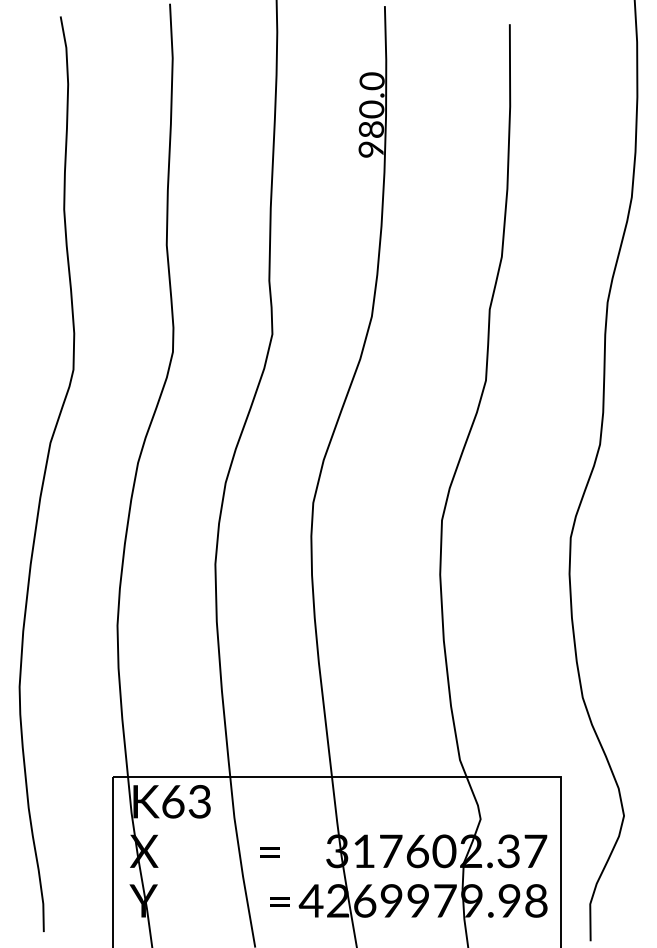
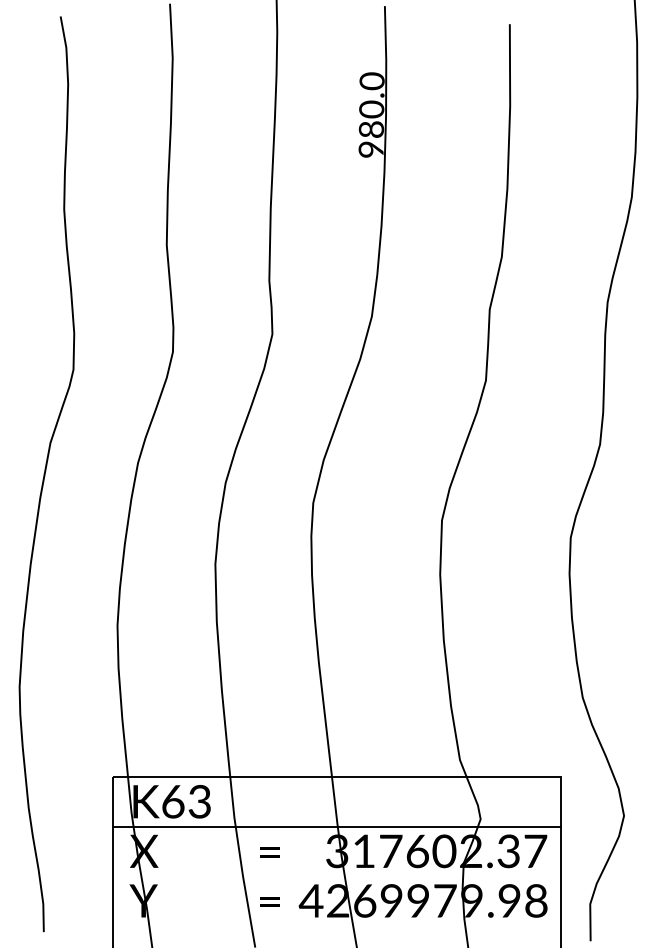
line at (336, 826): none -> present
text at (279, 901) position: (279, 901) -> (269, 901)
